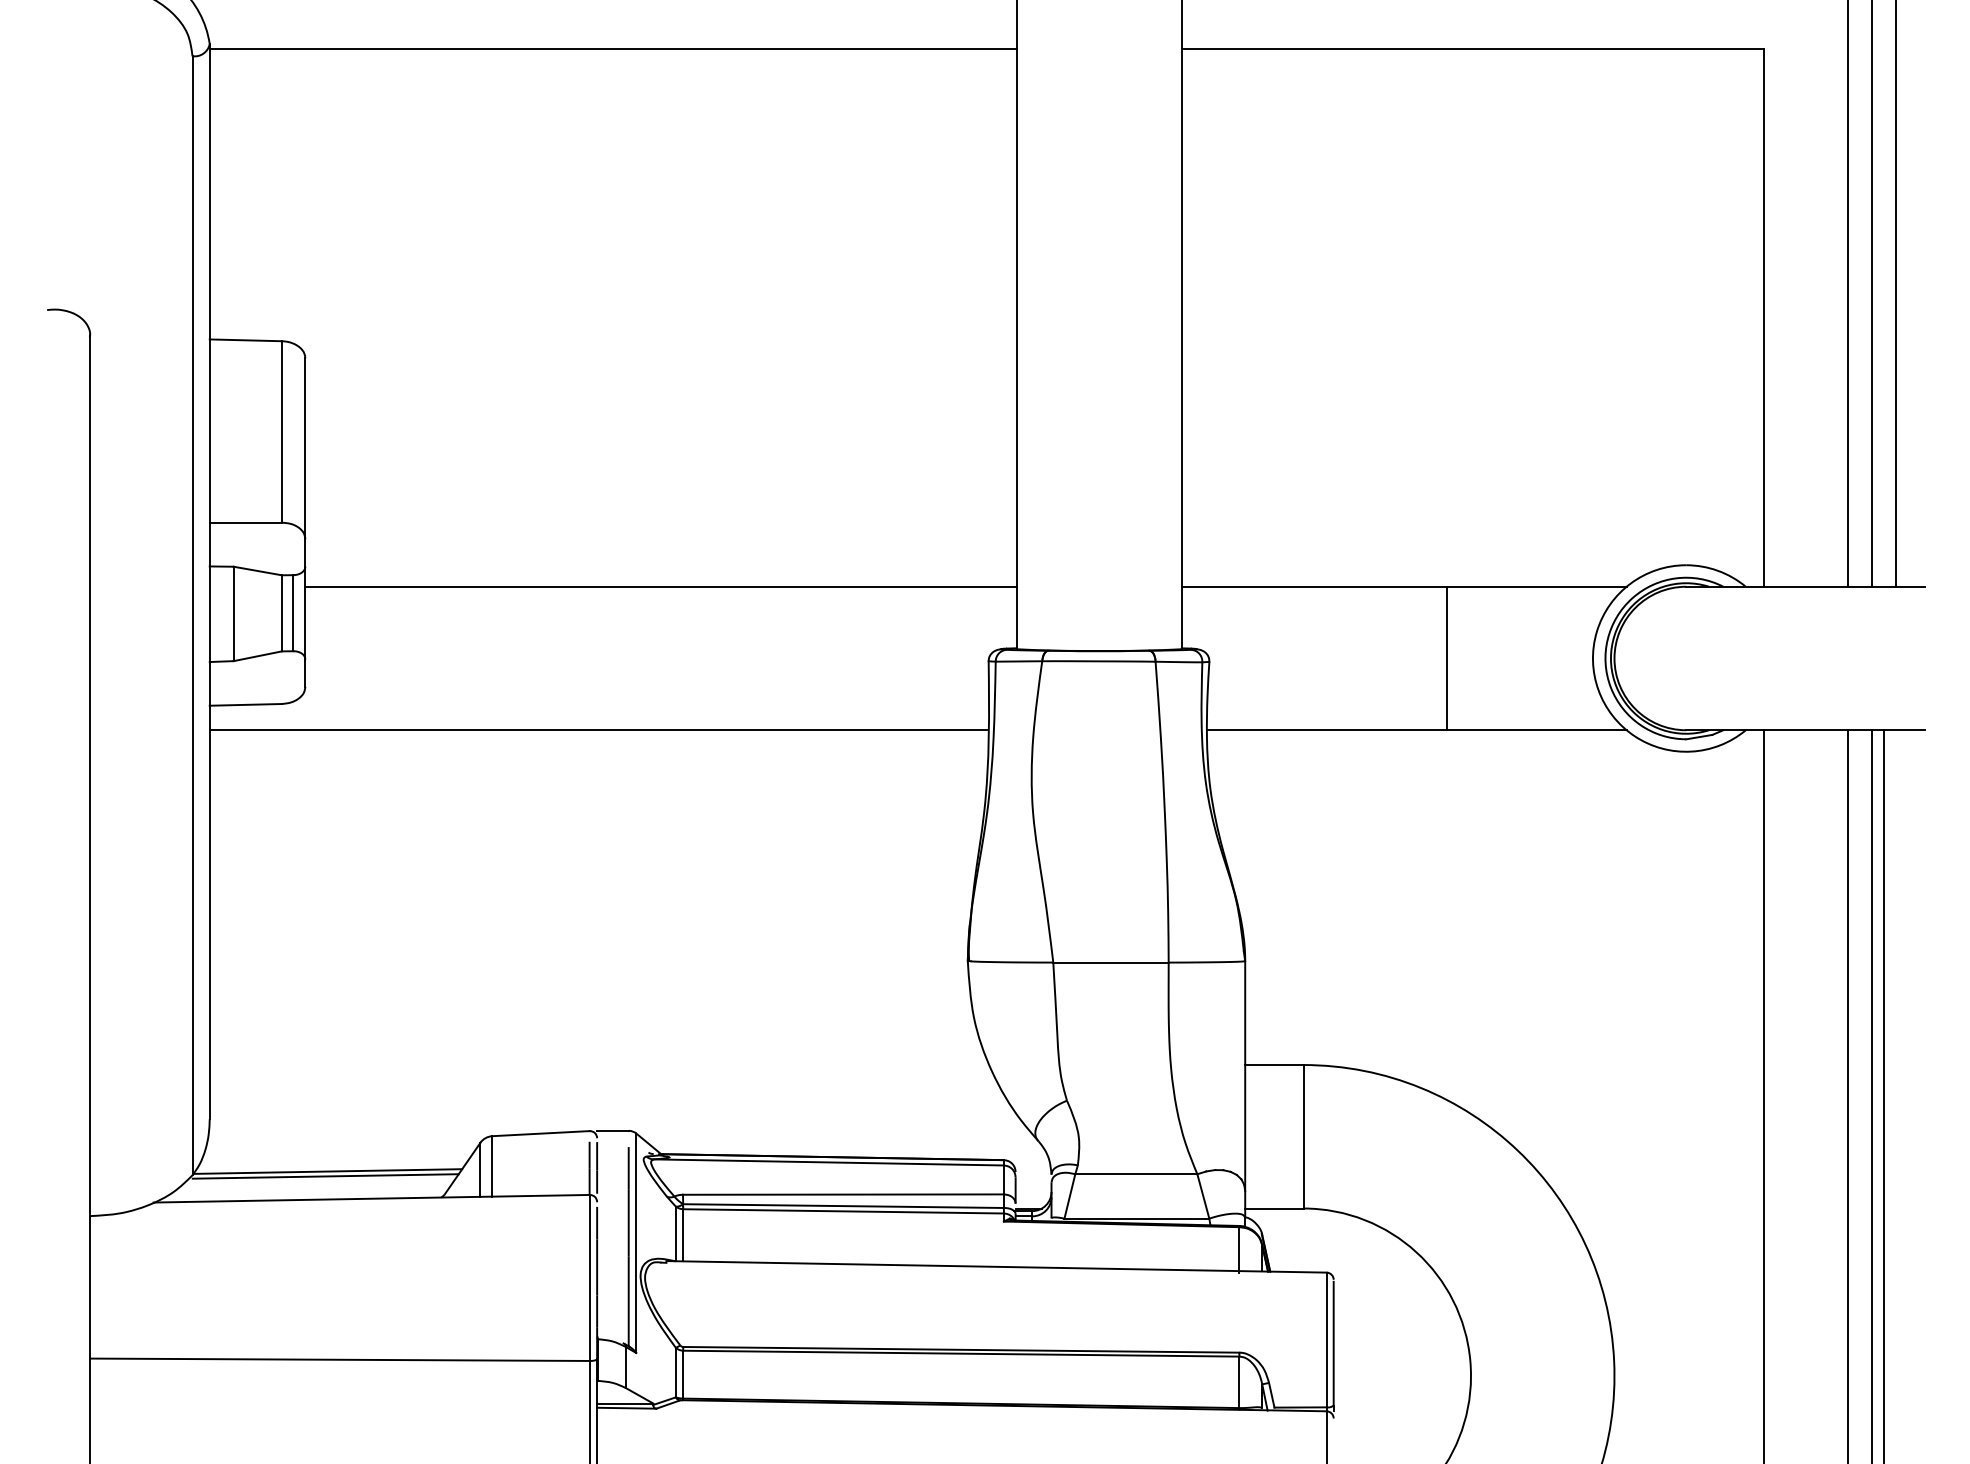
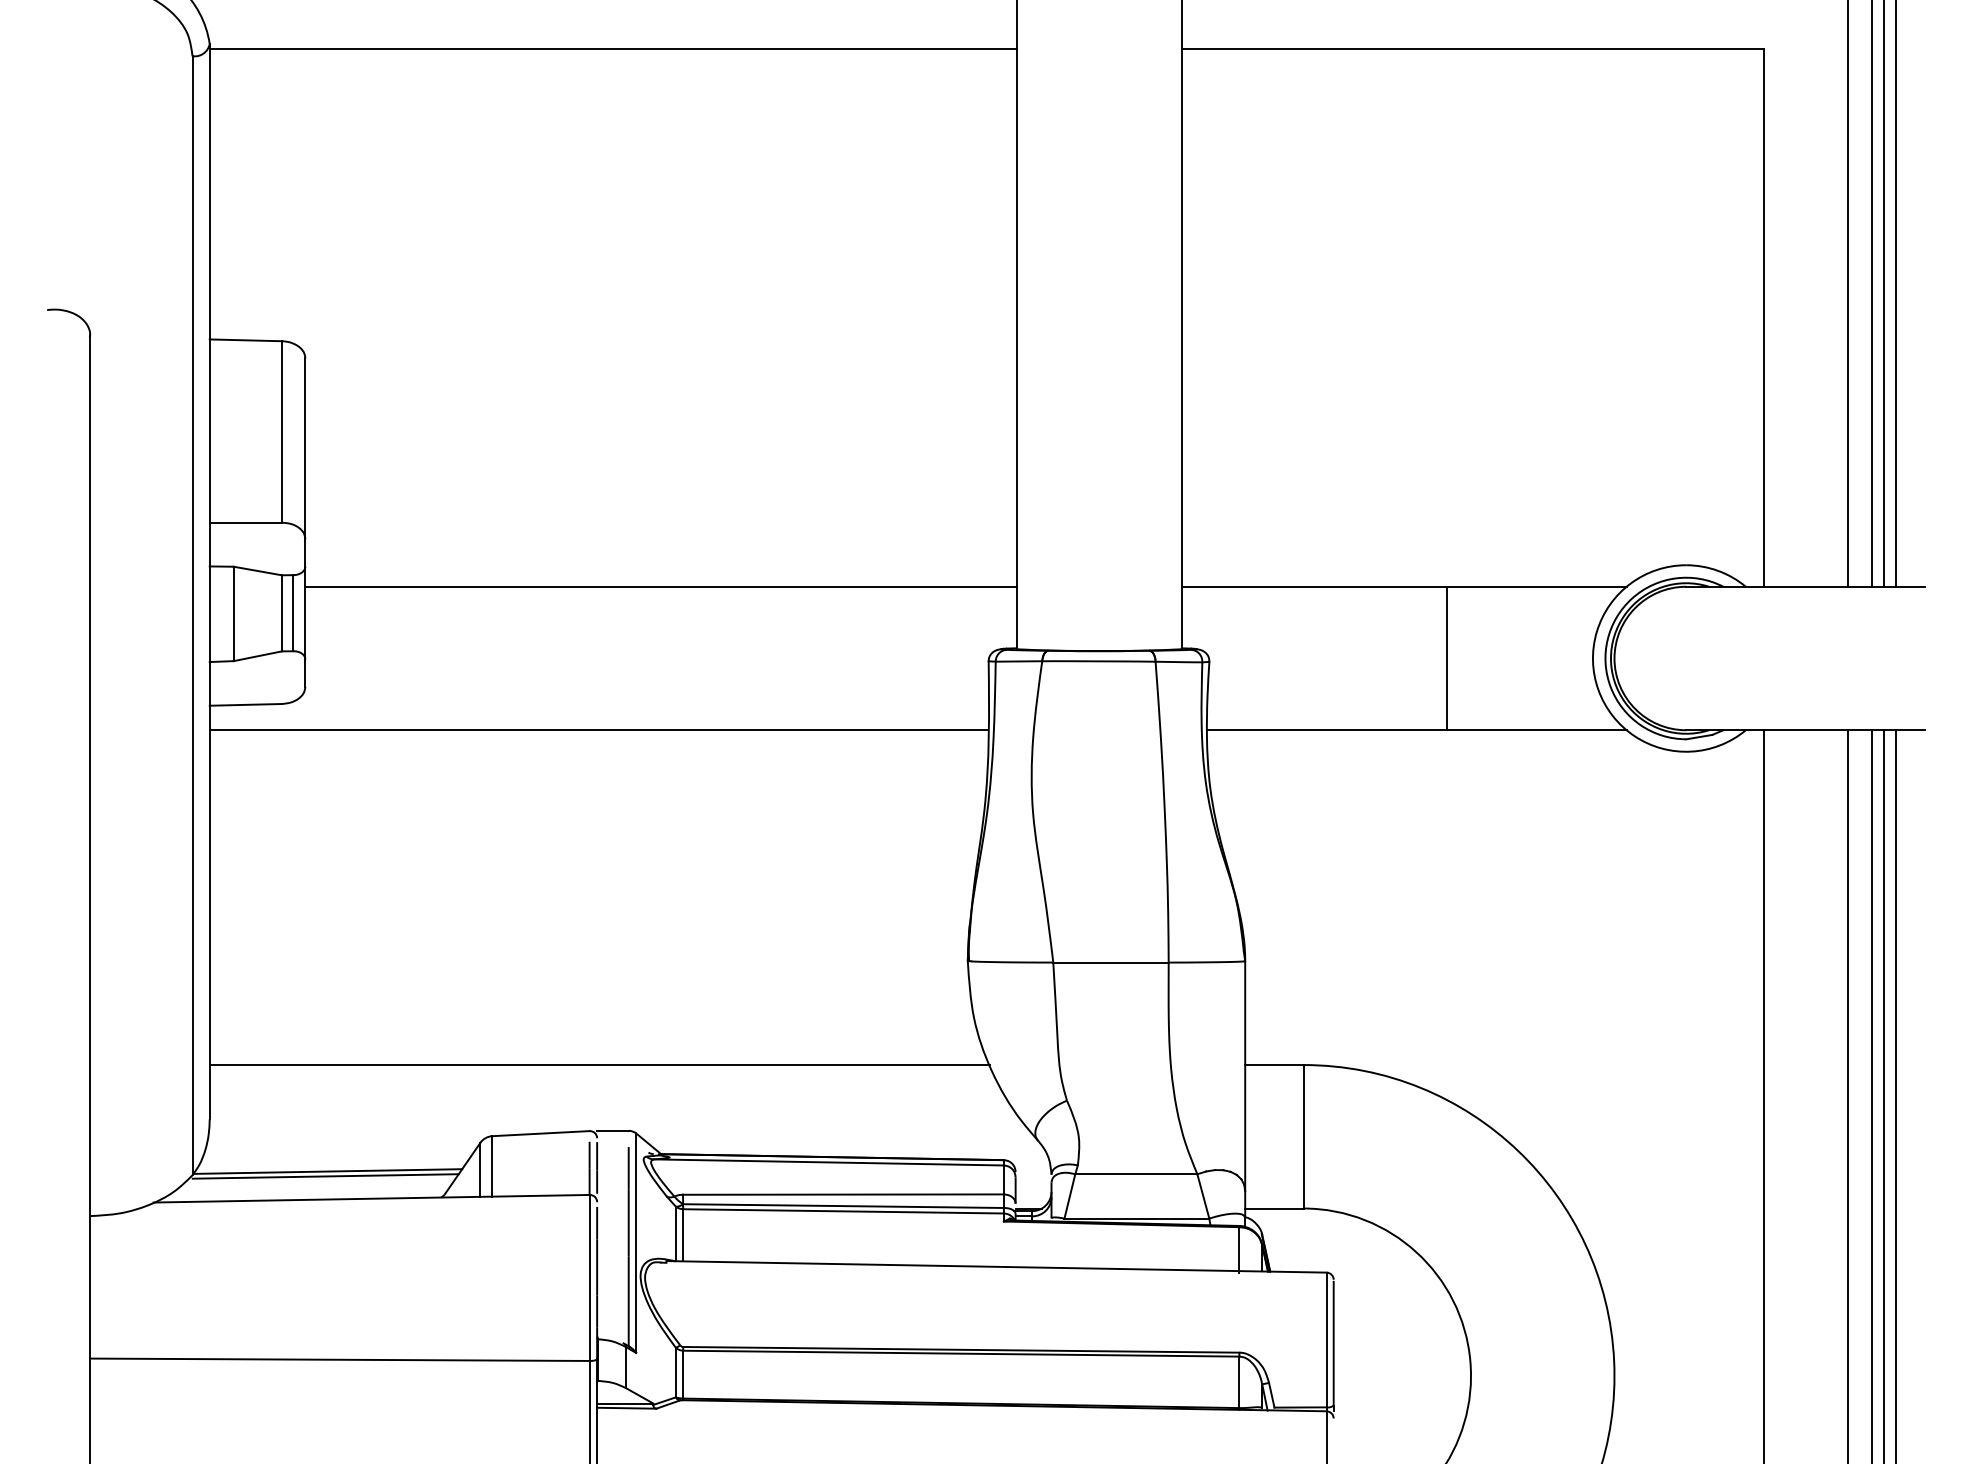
line at (1884, 294): none -> present
line at (599, 1065): none -> present
line at (1896, 1095): none -> present
